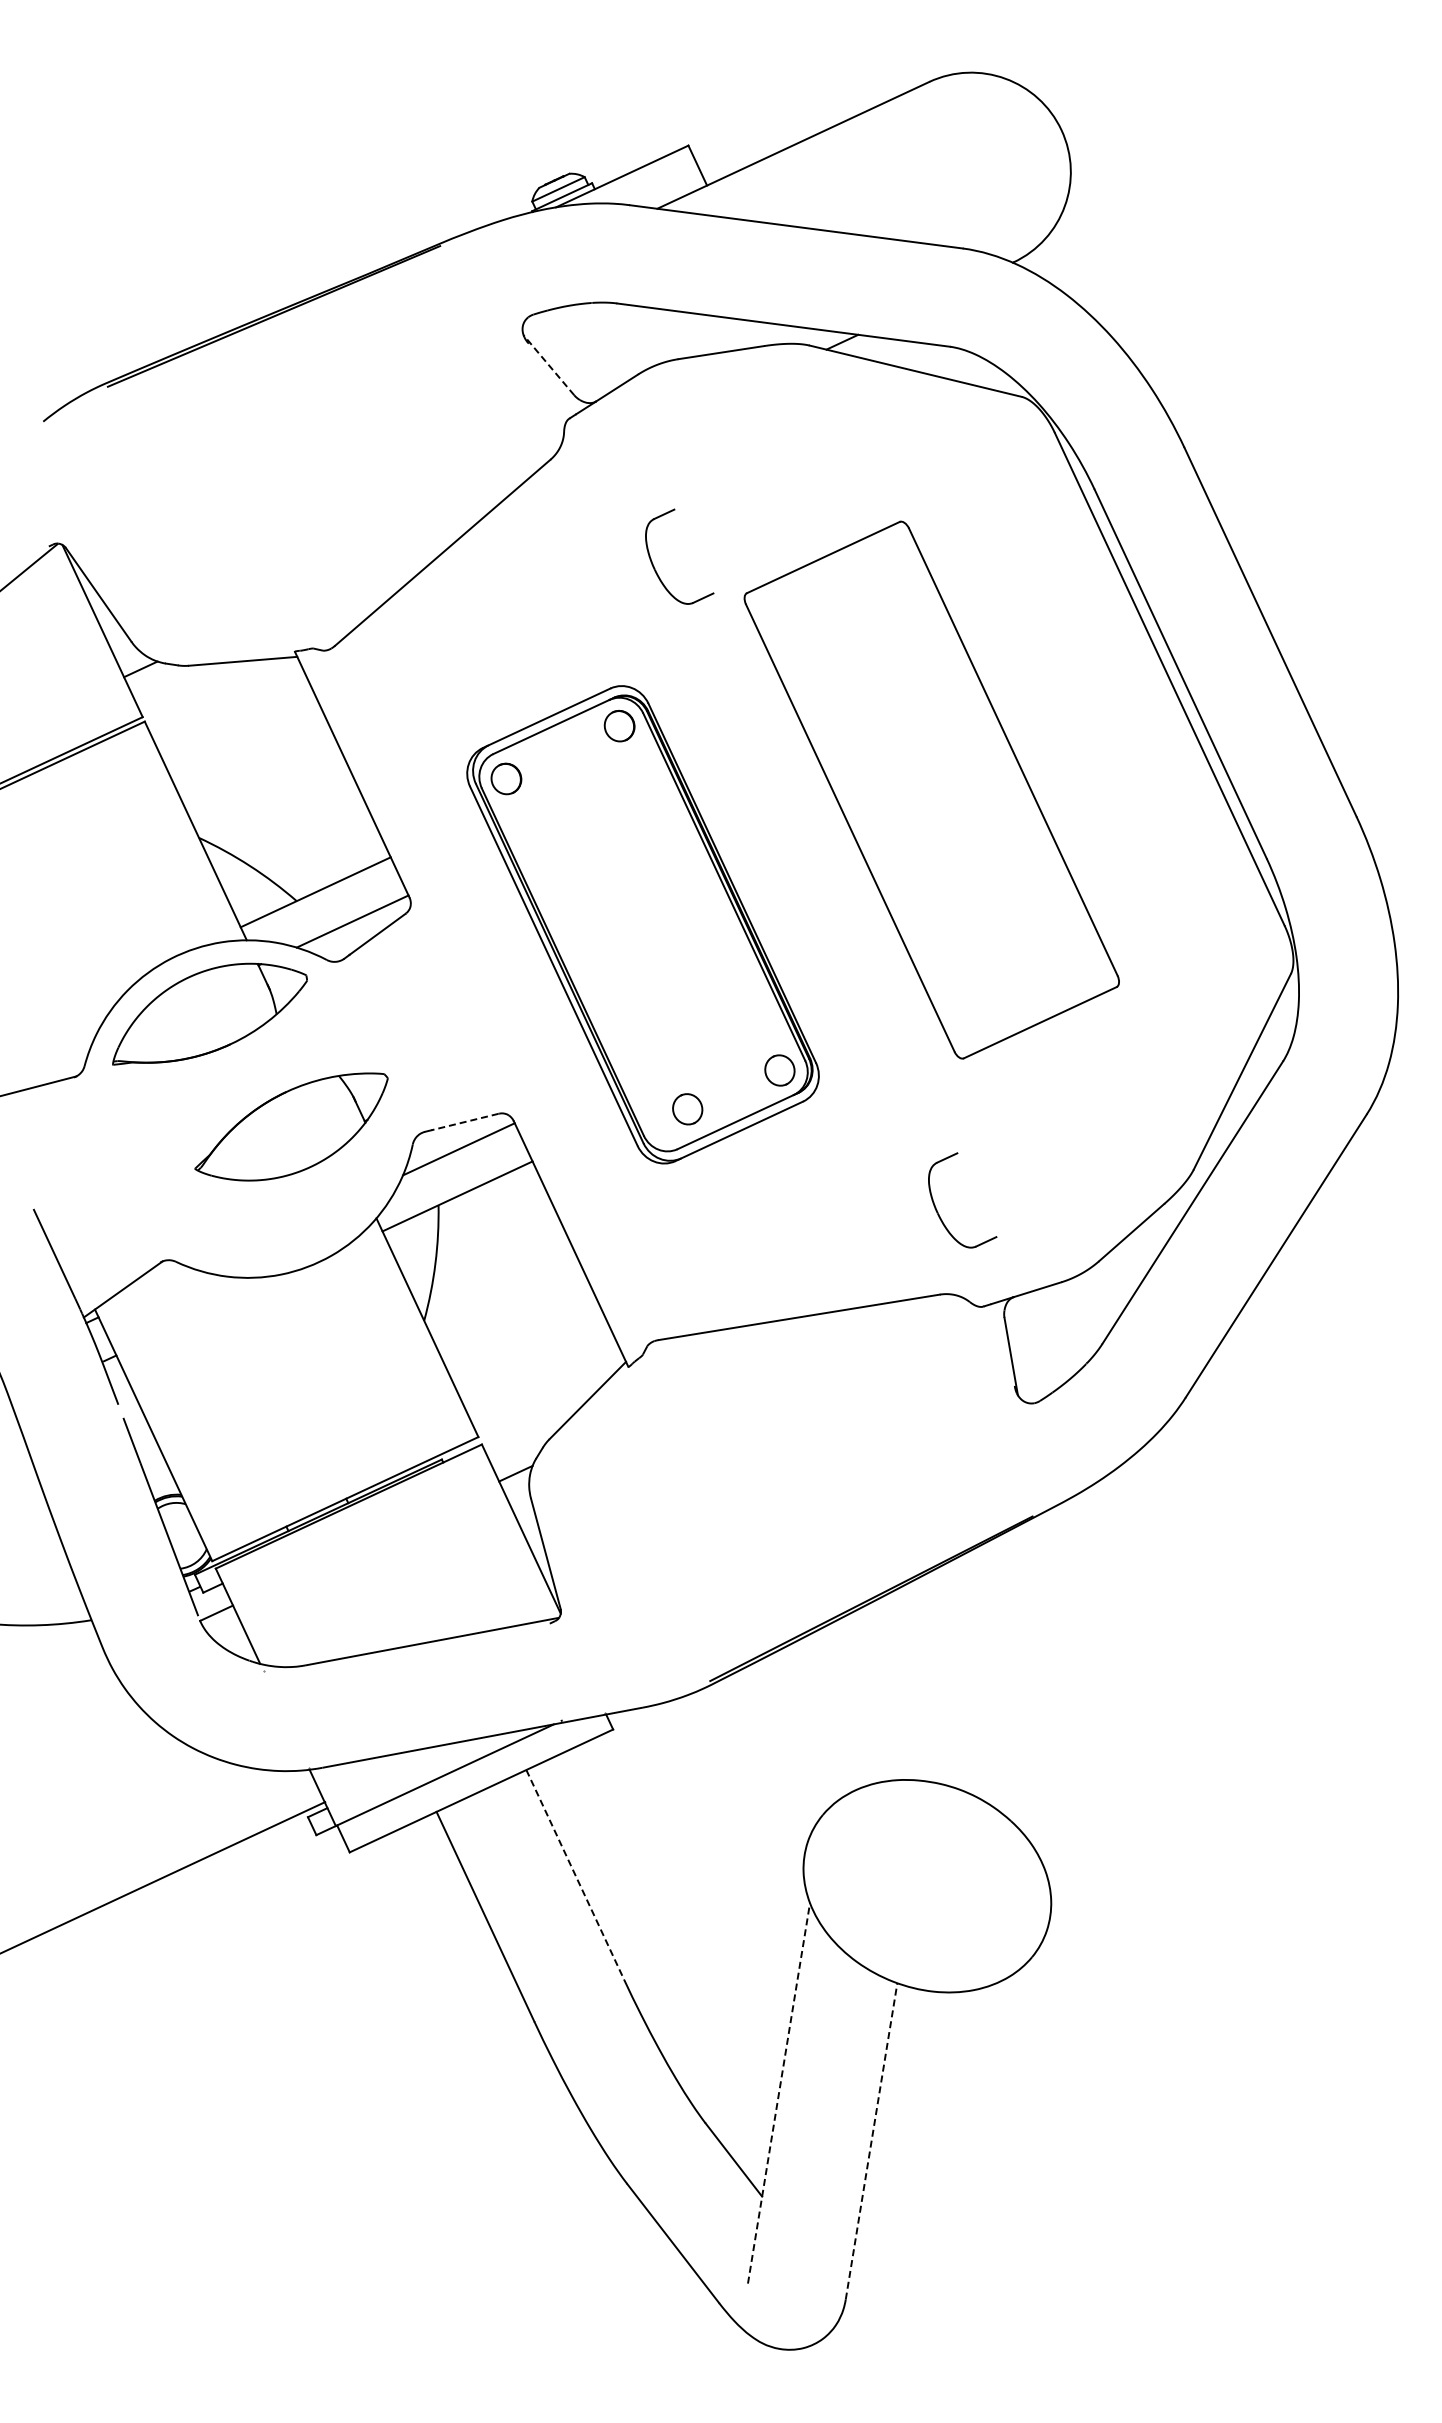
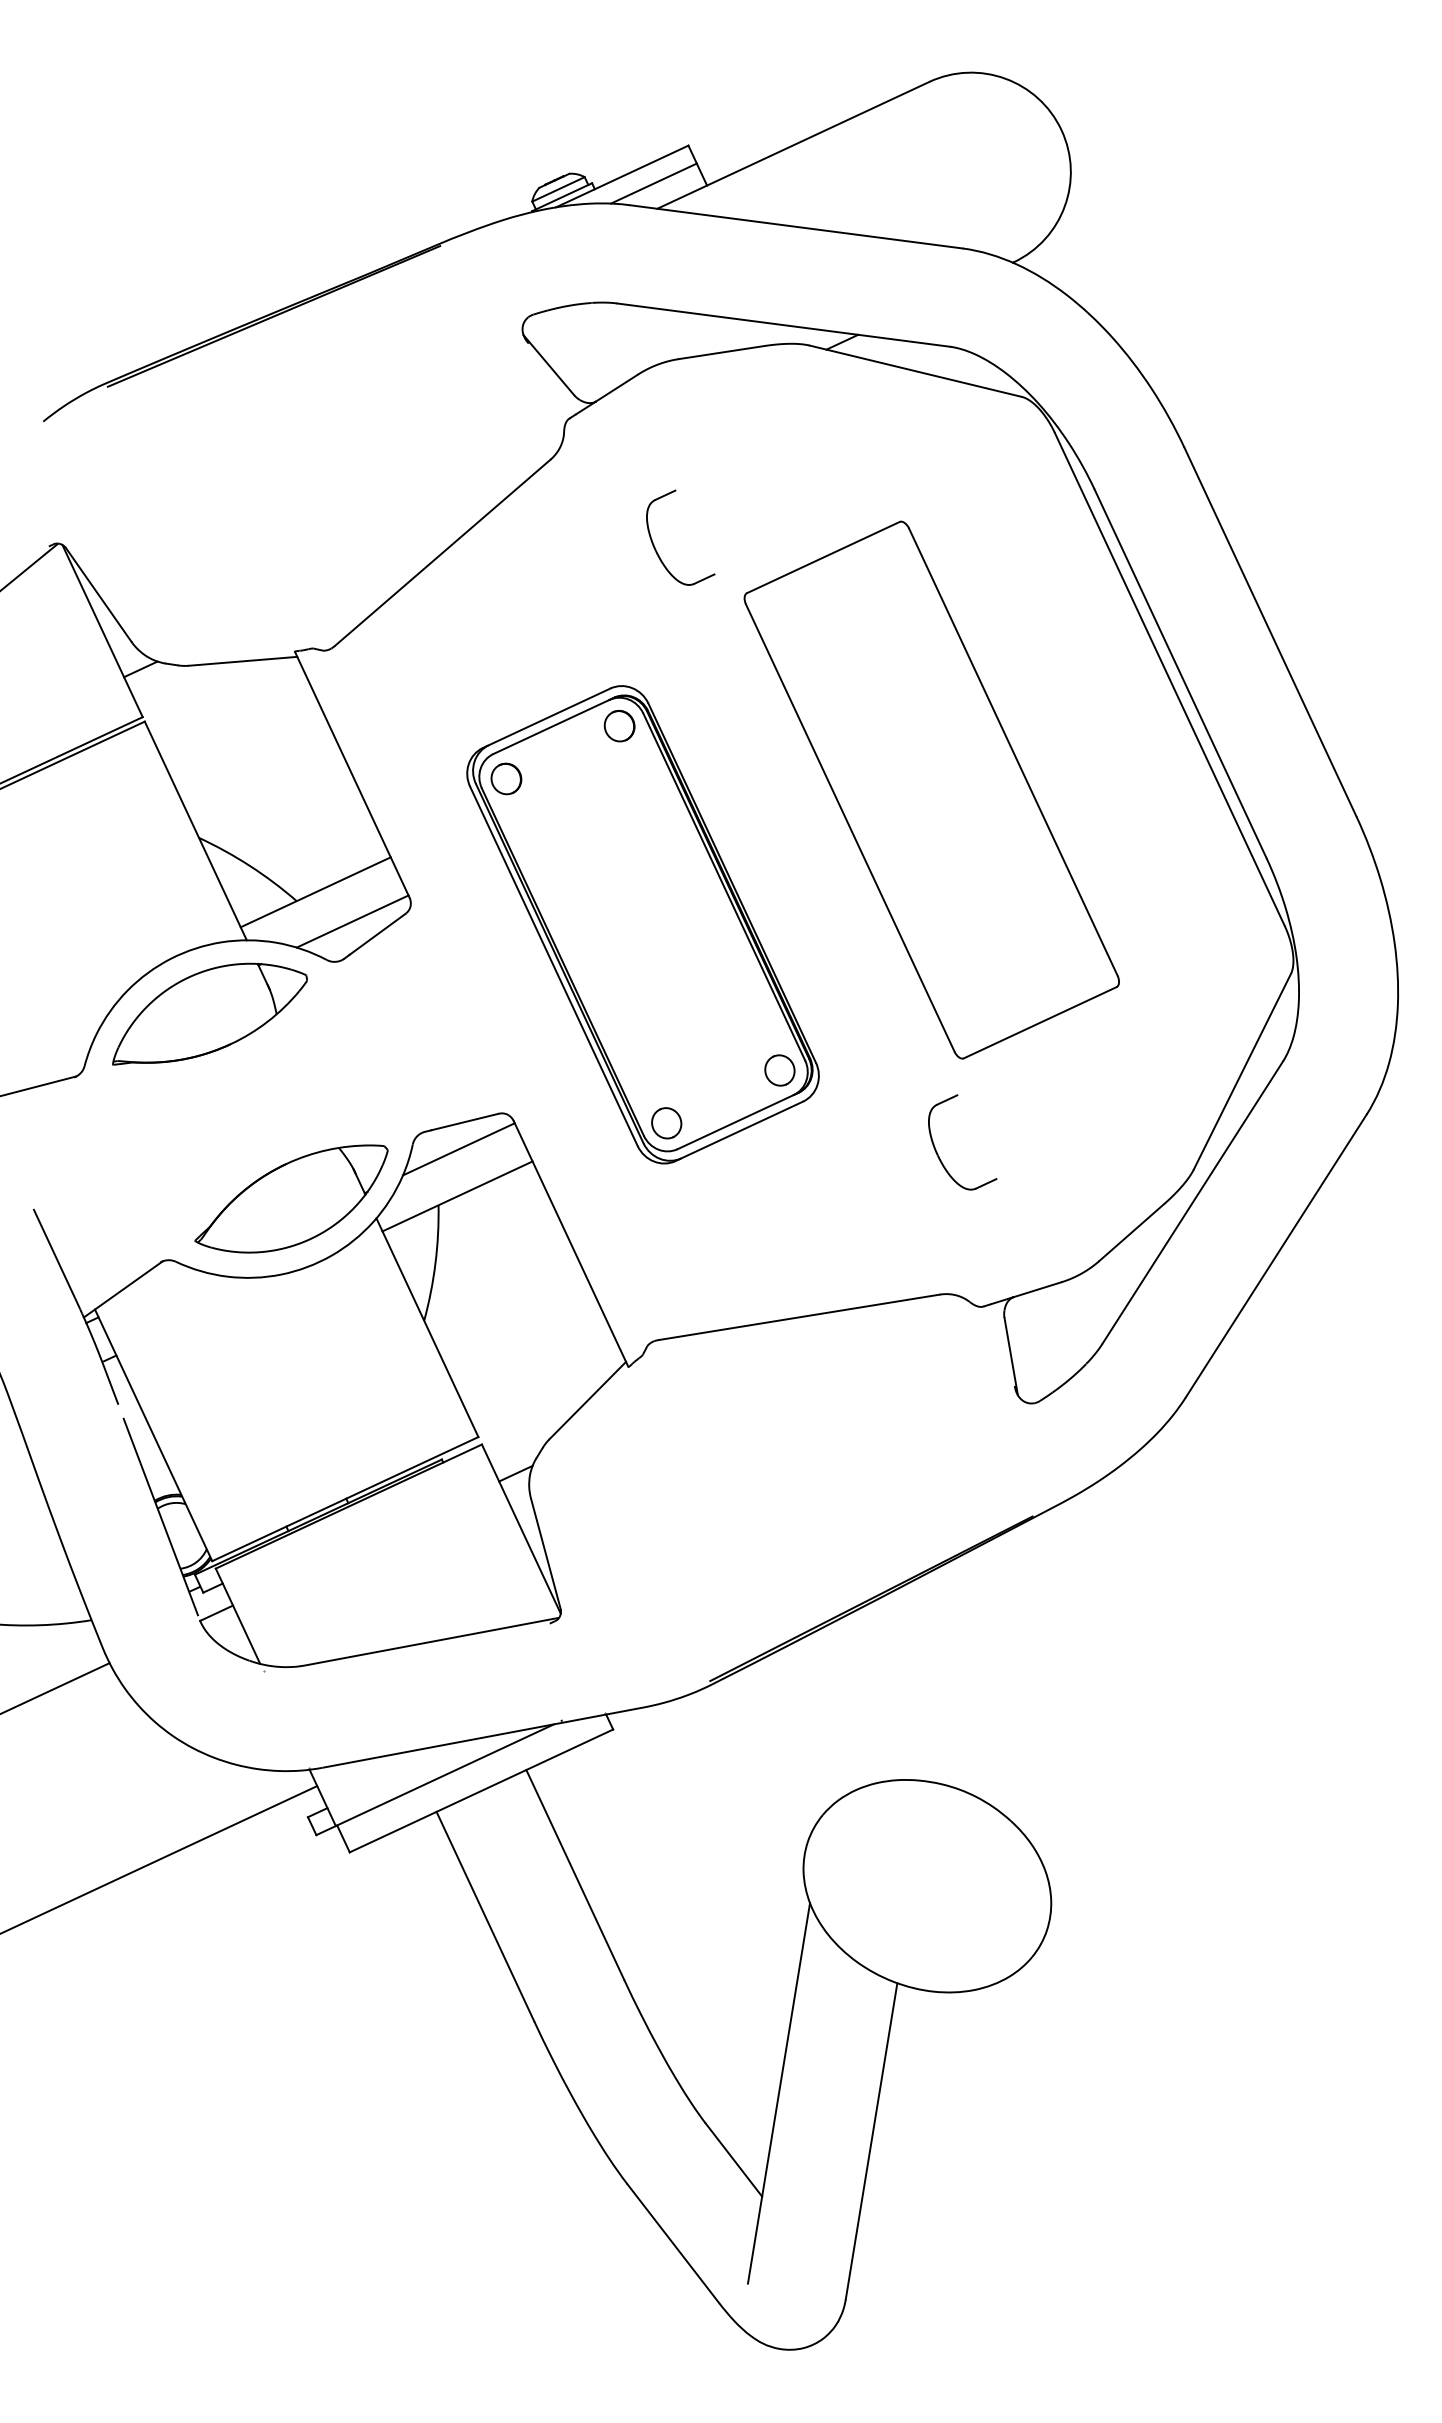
line at (653, 183): none -> present
line at (548, 364): dashed -> solid
part at (655, 568) position: (655, 568) -> (656, 549)
part at (687, 1109) position: (687, 1109) -> (666, 1123)
line at (464, 1122): dashed -> solid
part at (291, 1126) position: (291, 1126) -> (291, 1198)
part at (937, 1209) position: (937, 1209) -> (937, 1151)
line at (55, 1688): none -> present
line at (575, 1874): dashed -> solid
line at (163, 1877) position: (163, 1877) -> (159, 1859)
line at (779, 2093): dashed -> solid
line at (871, 2140): dashed -> solid
